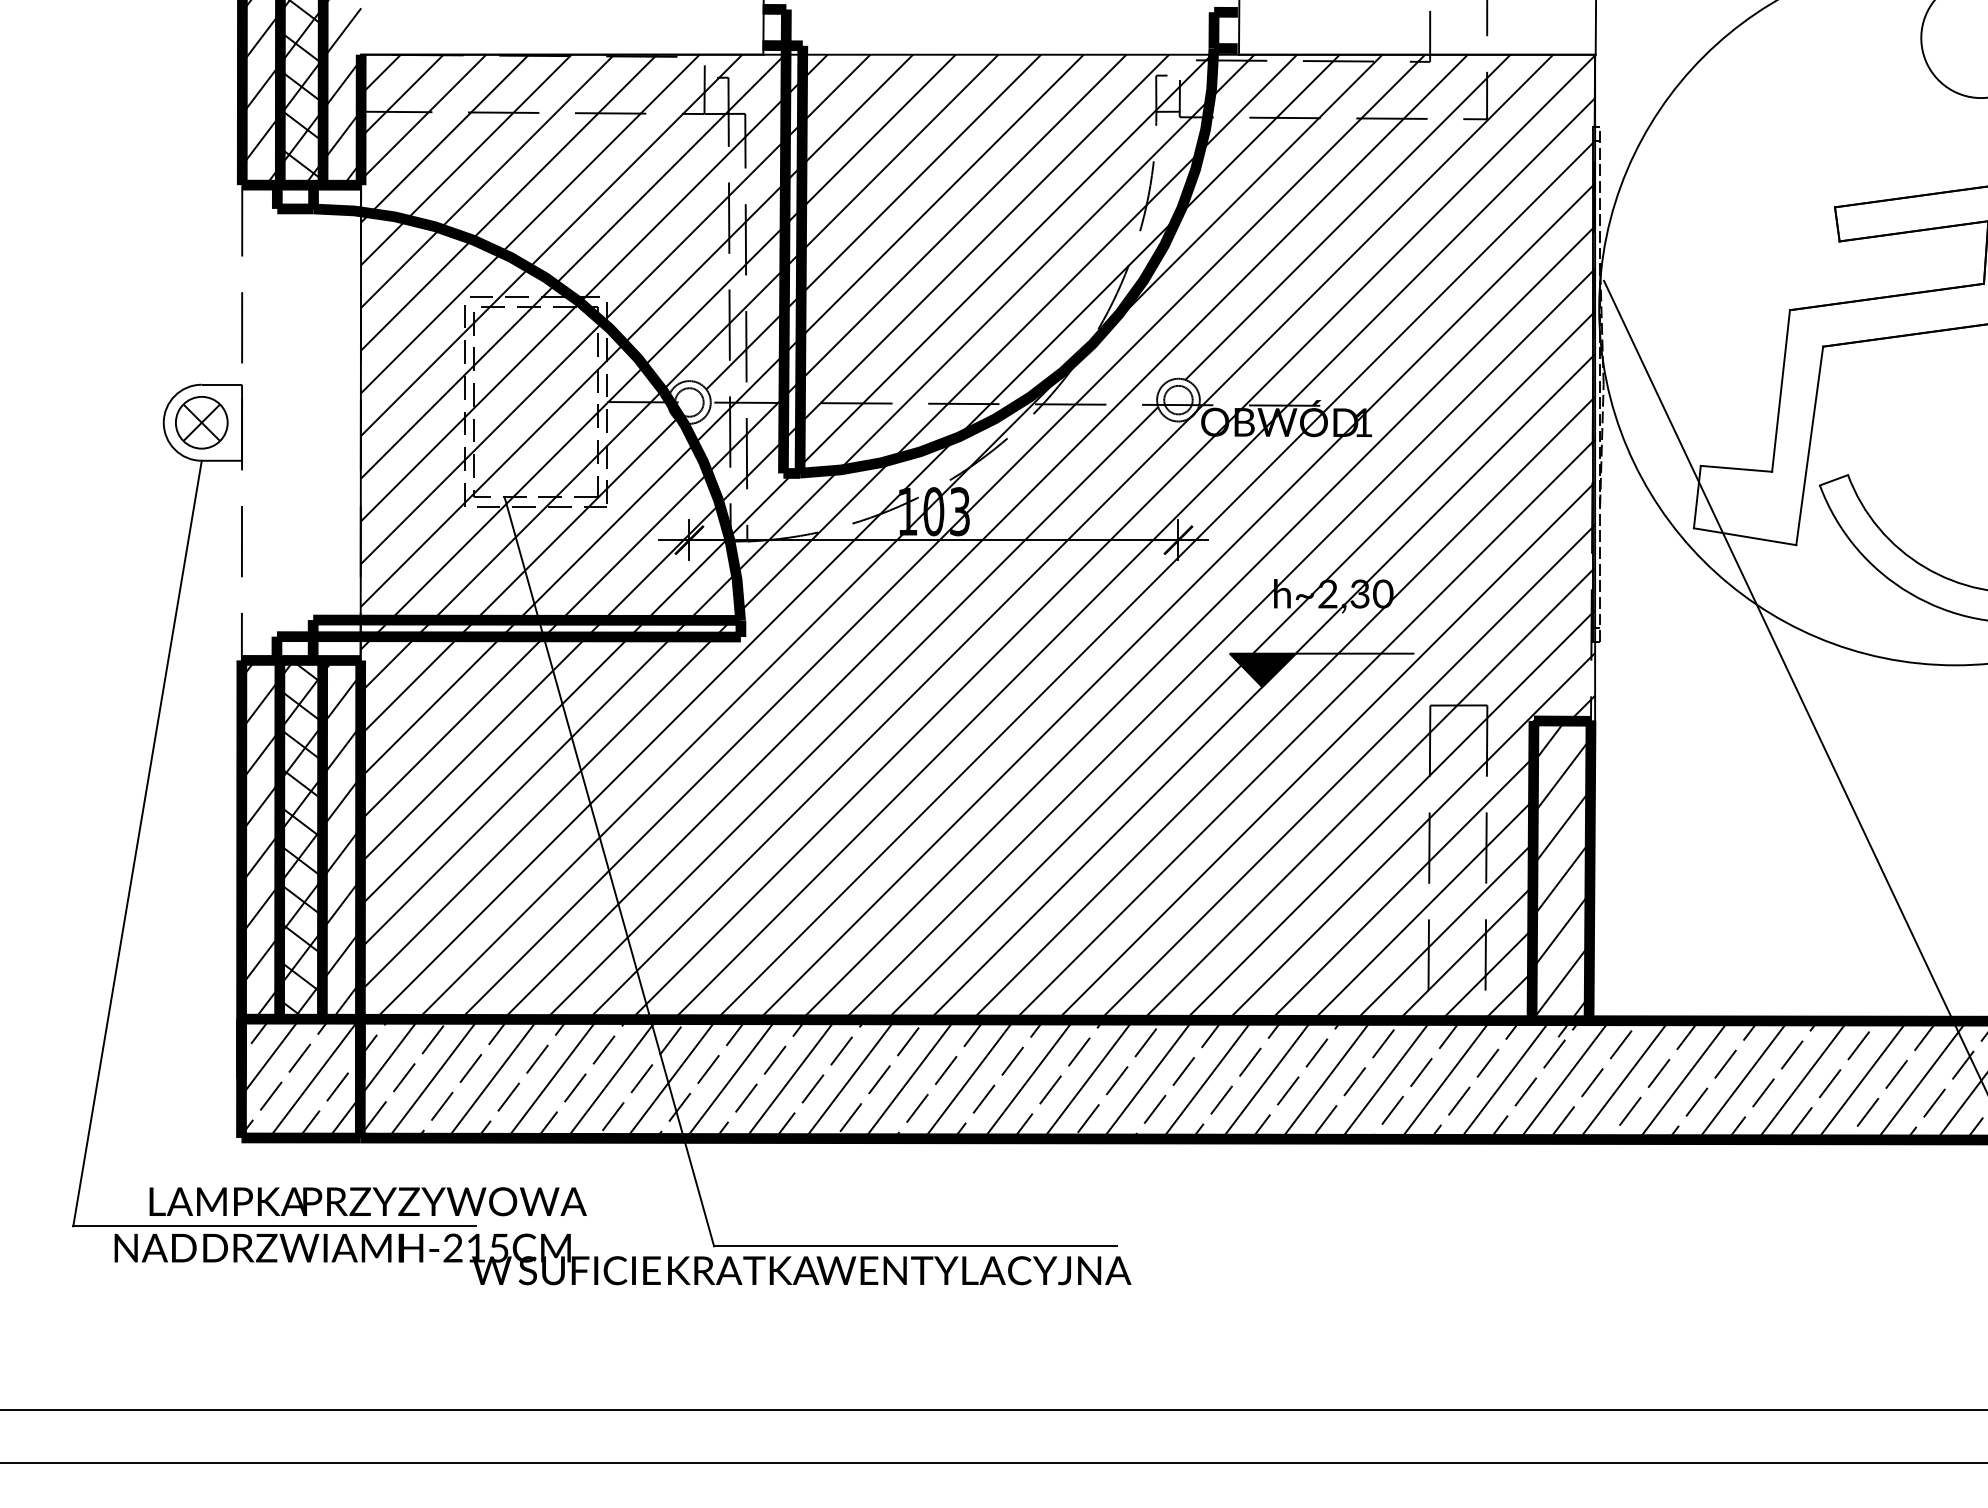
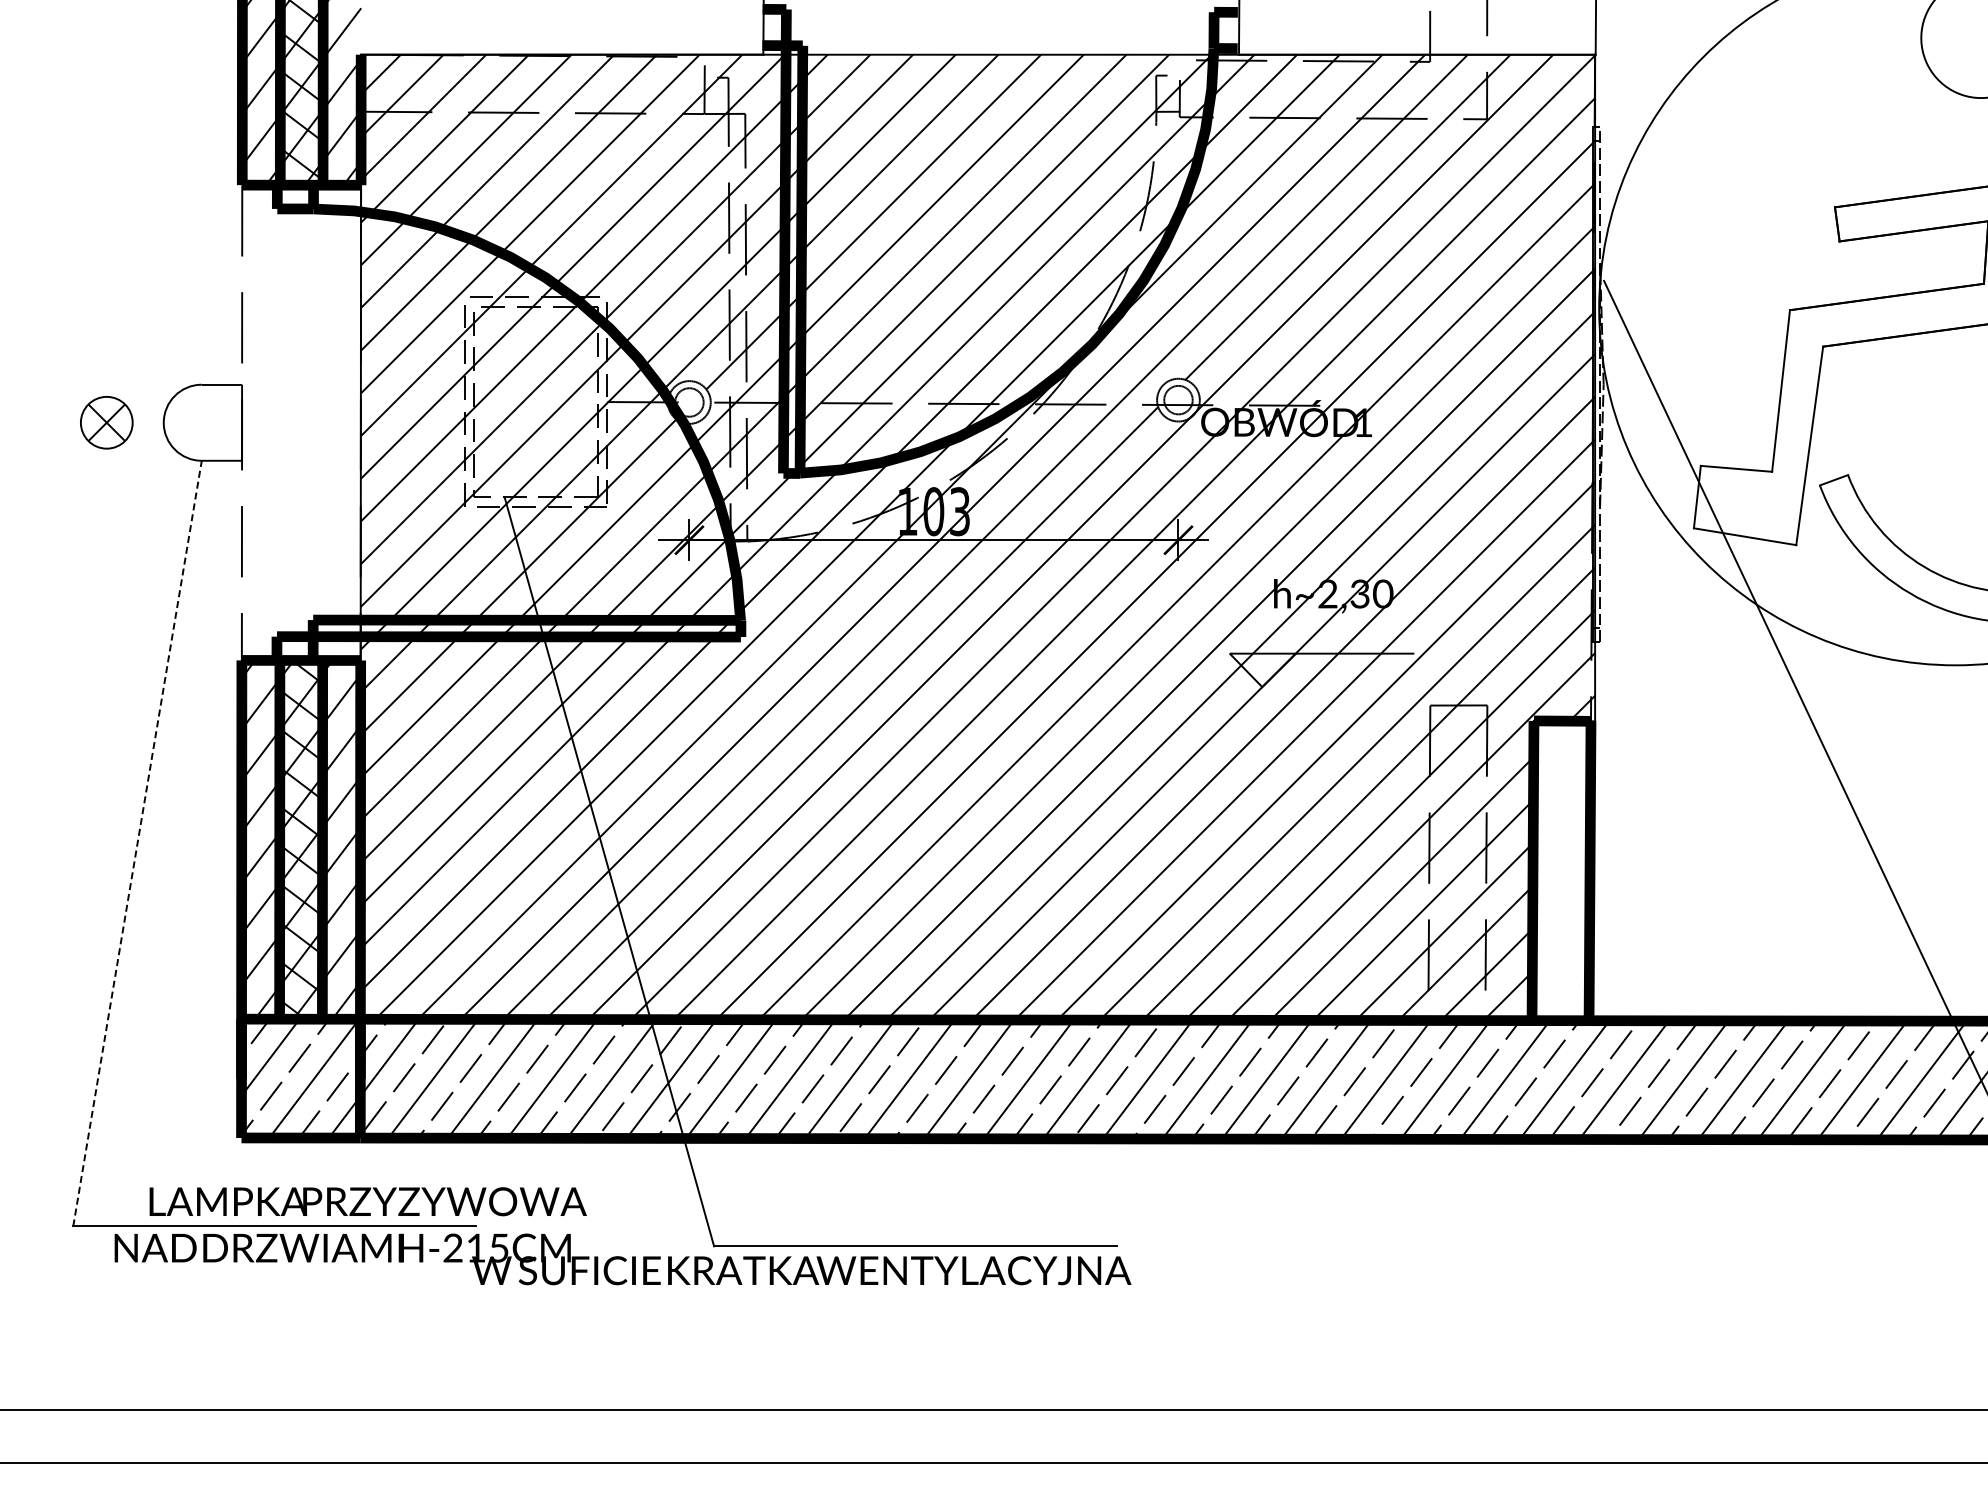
part at (201, 422) position: (201, 422) -> (106, 422)
fill at (1262, 670): present -> none
line at (137, 843): solid -> dashed
hatch at (1561, 879): present -> none
